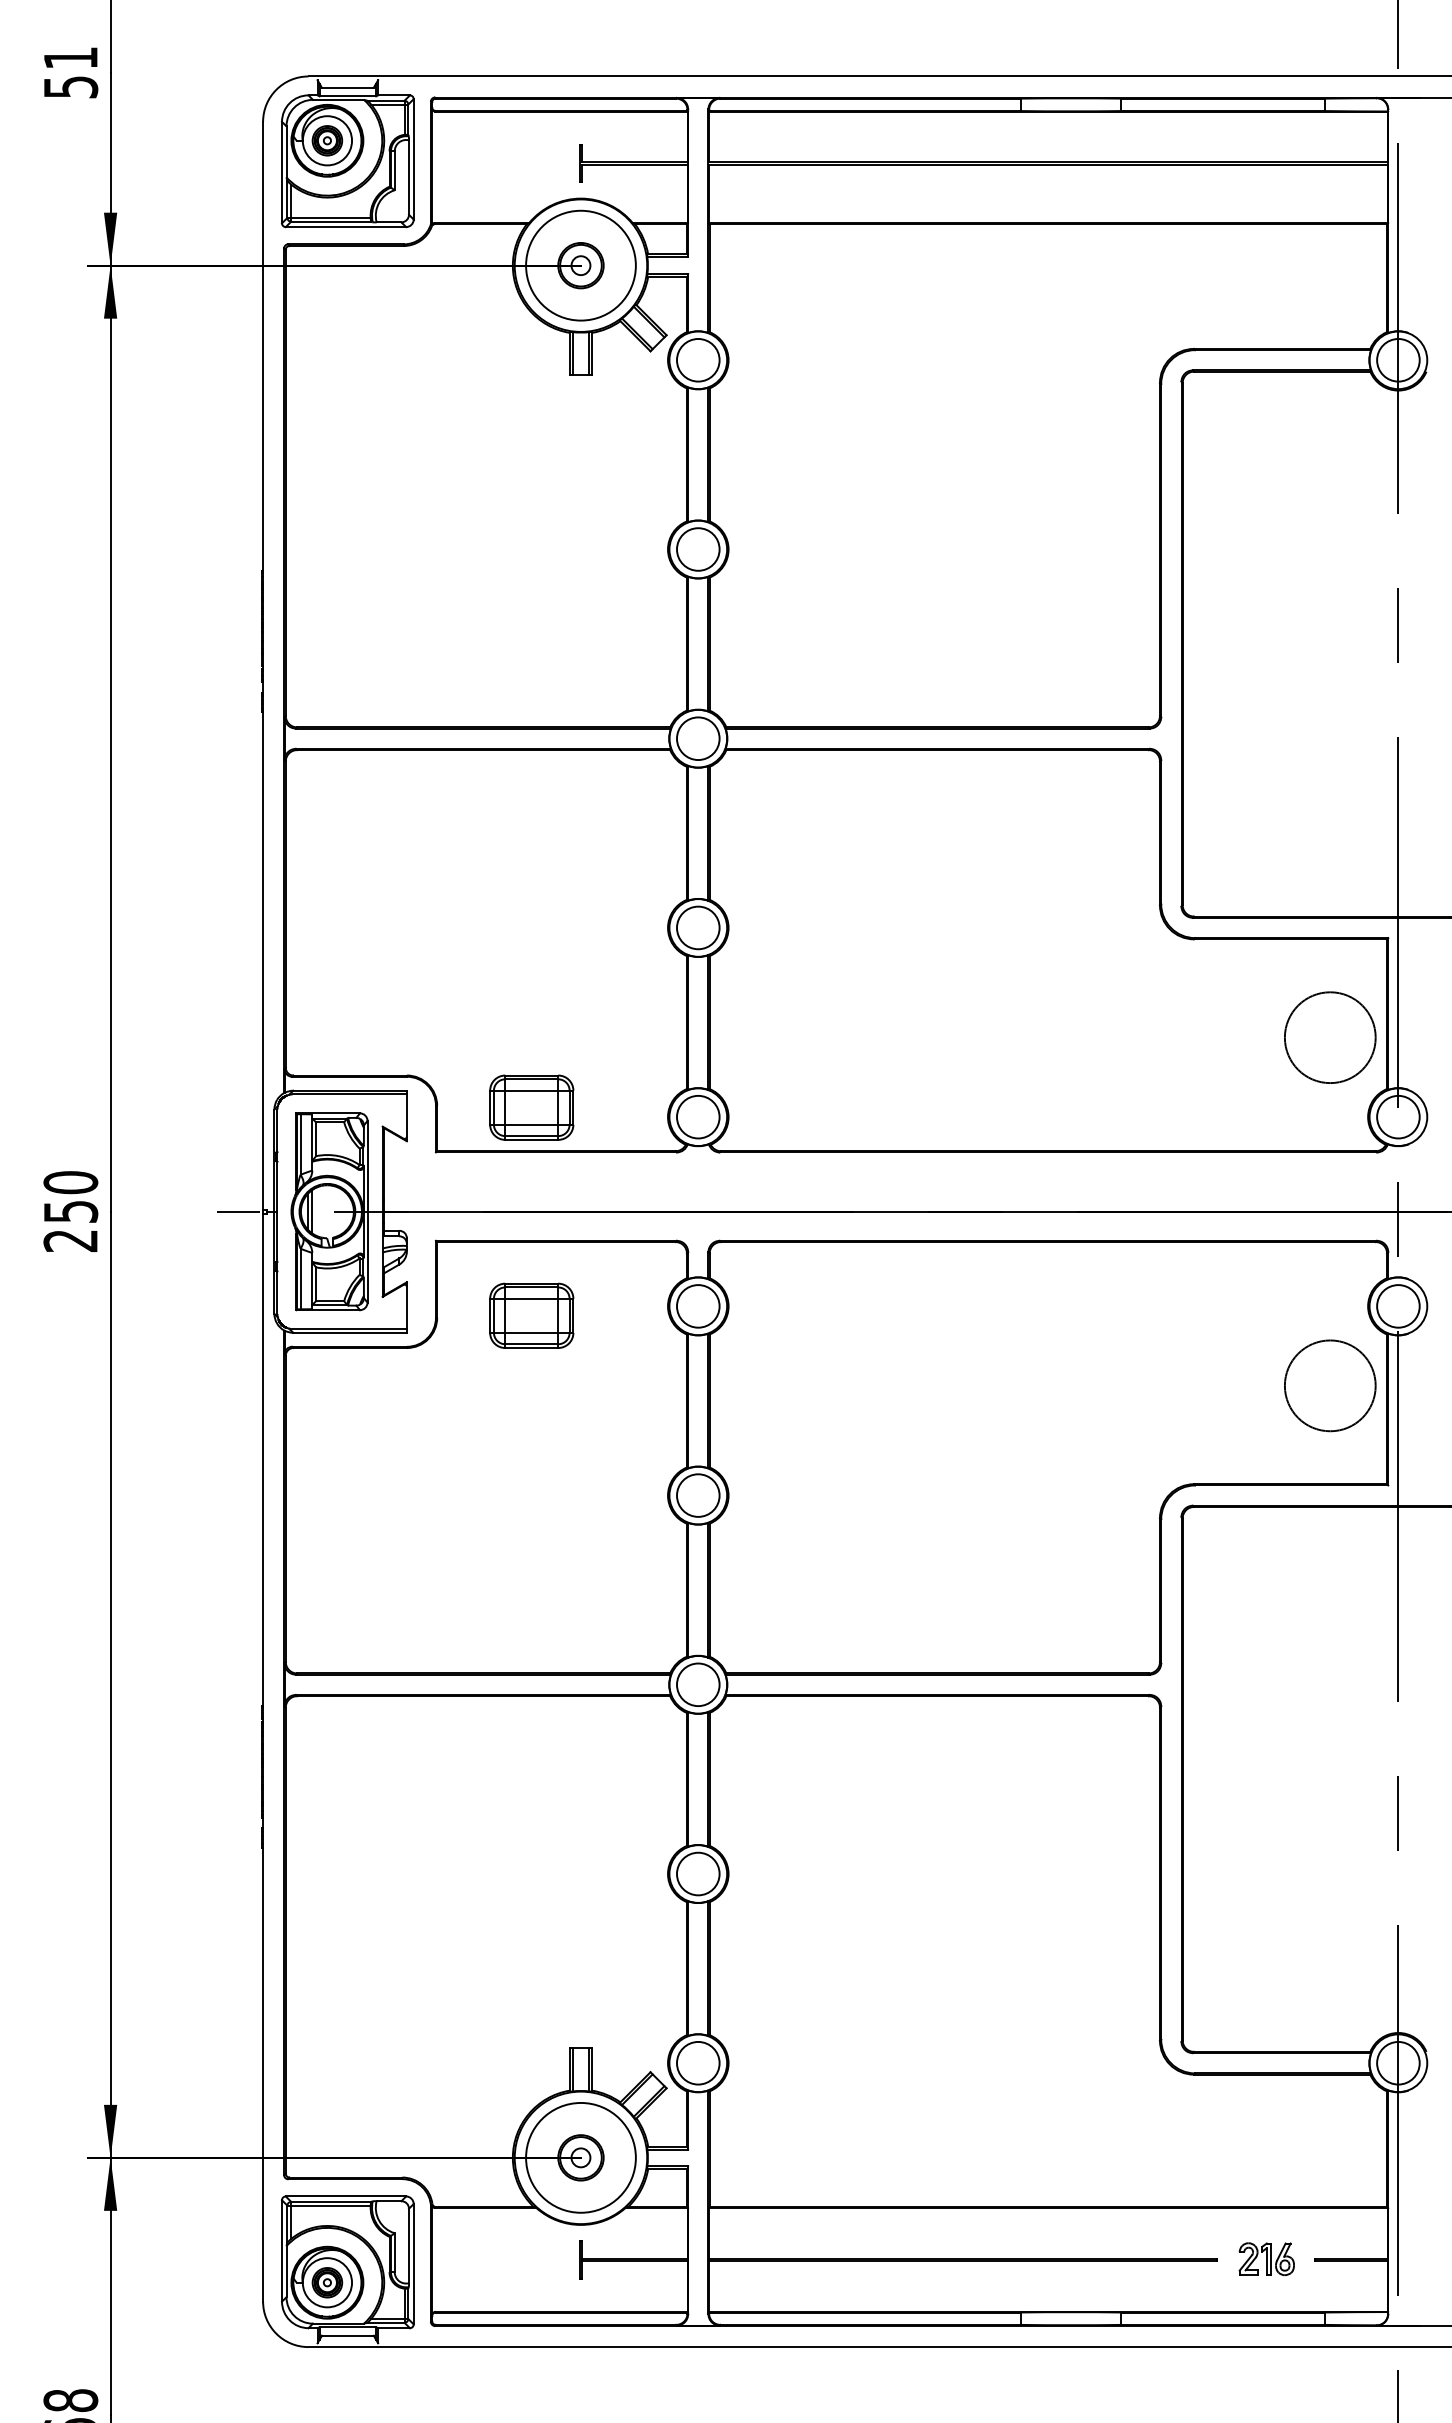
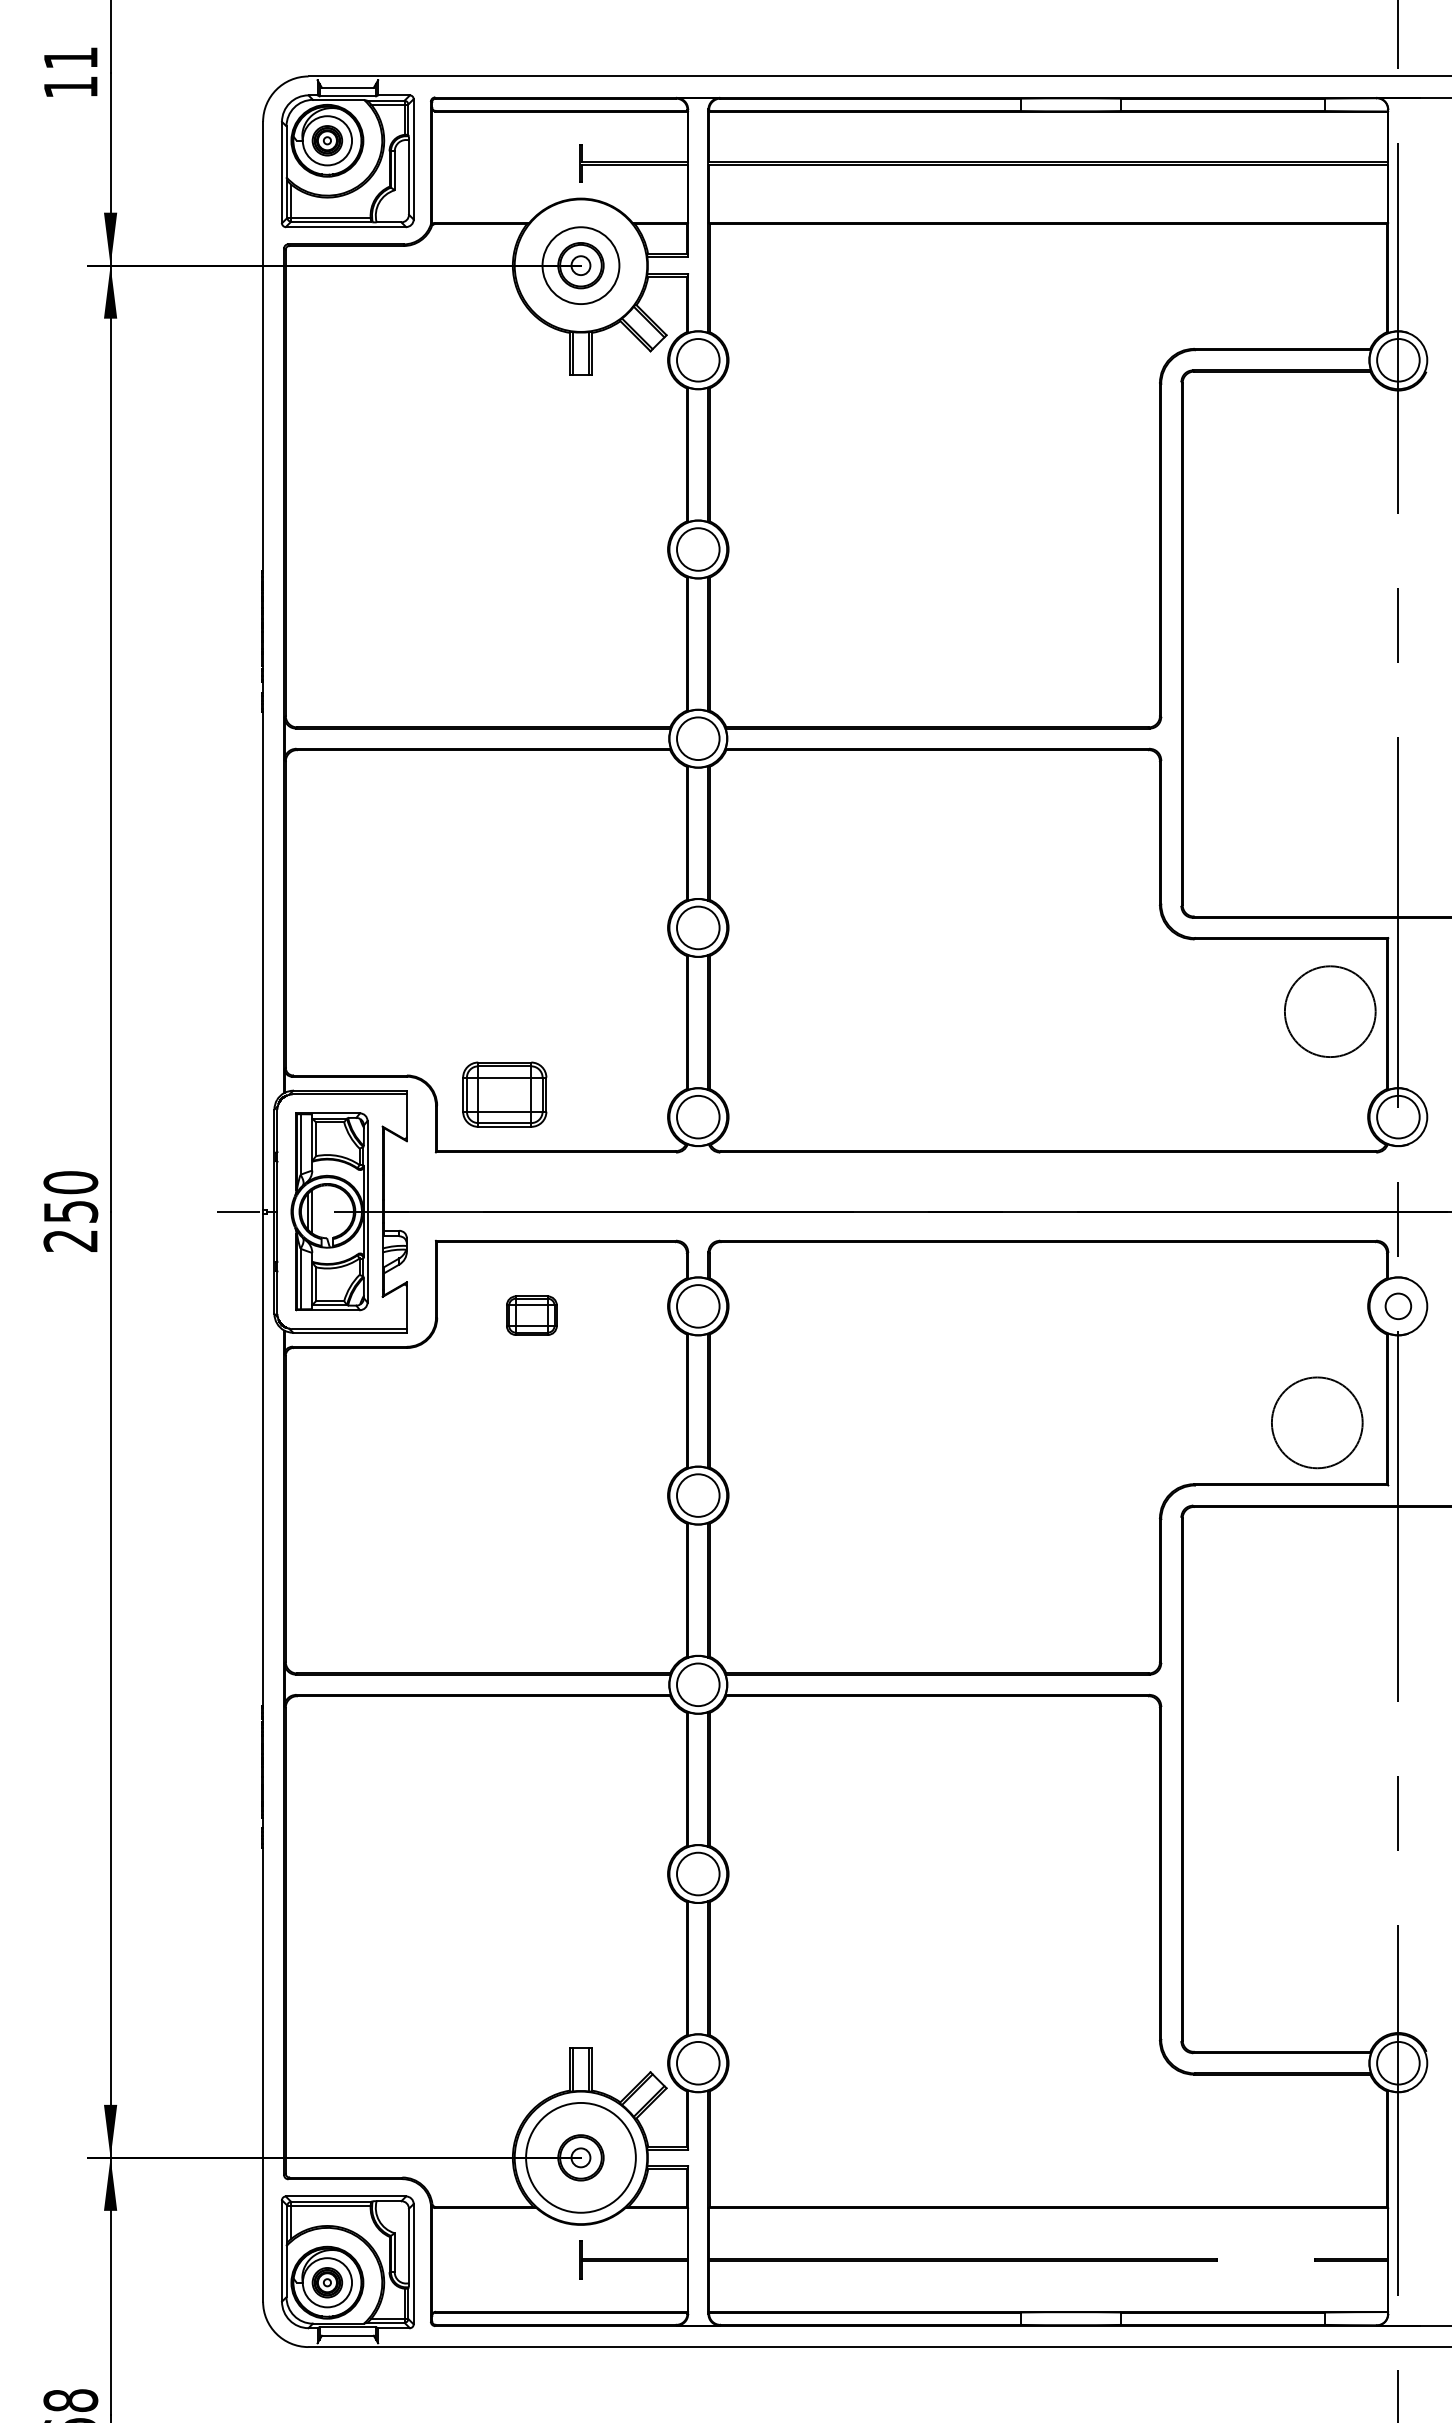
text at (71, 87): 51 -> 11
circle at (580, 265) diameter: 110 px -> 77 px
circle at (1330, 1037) position: (1330, 1037) -> (1330, 1011)
part at (531, 1107) position: (531, 1107) -> (504, 1094)
circle at (1398, 1306) diameter: 43 px -> 26 px
part at (531, 1315) size: 86x67 px -> 52x41 px
circle at (1330, 1385) position: (1330, 1385) -> (1317, 1422)
part at (1266, 2259): present -> none
